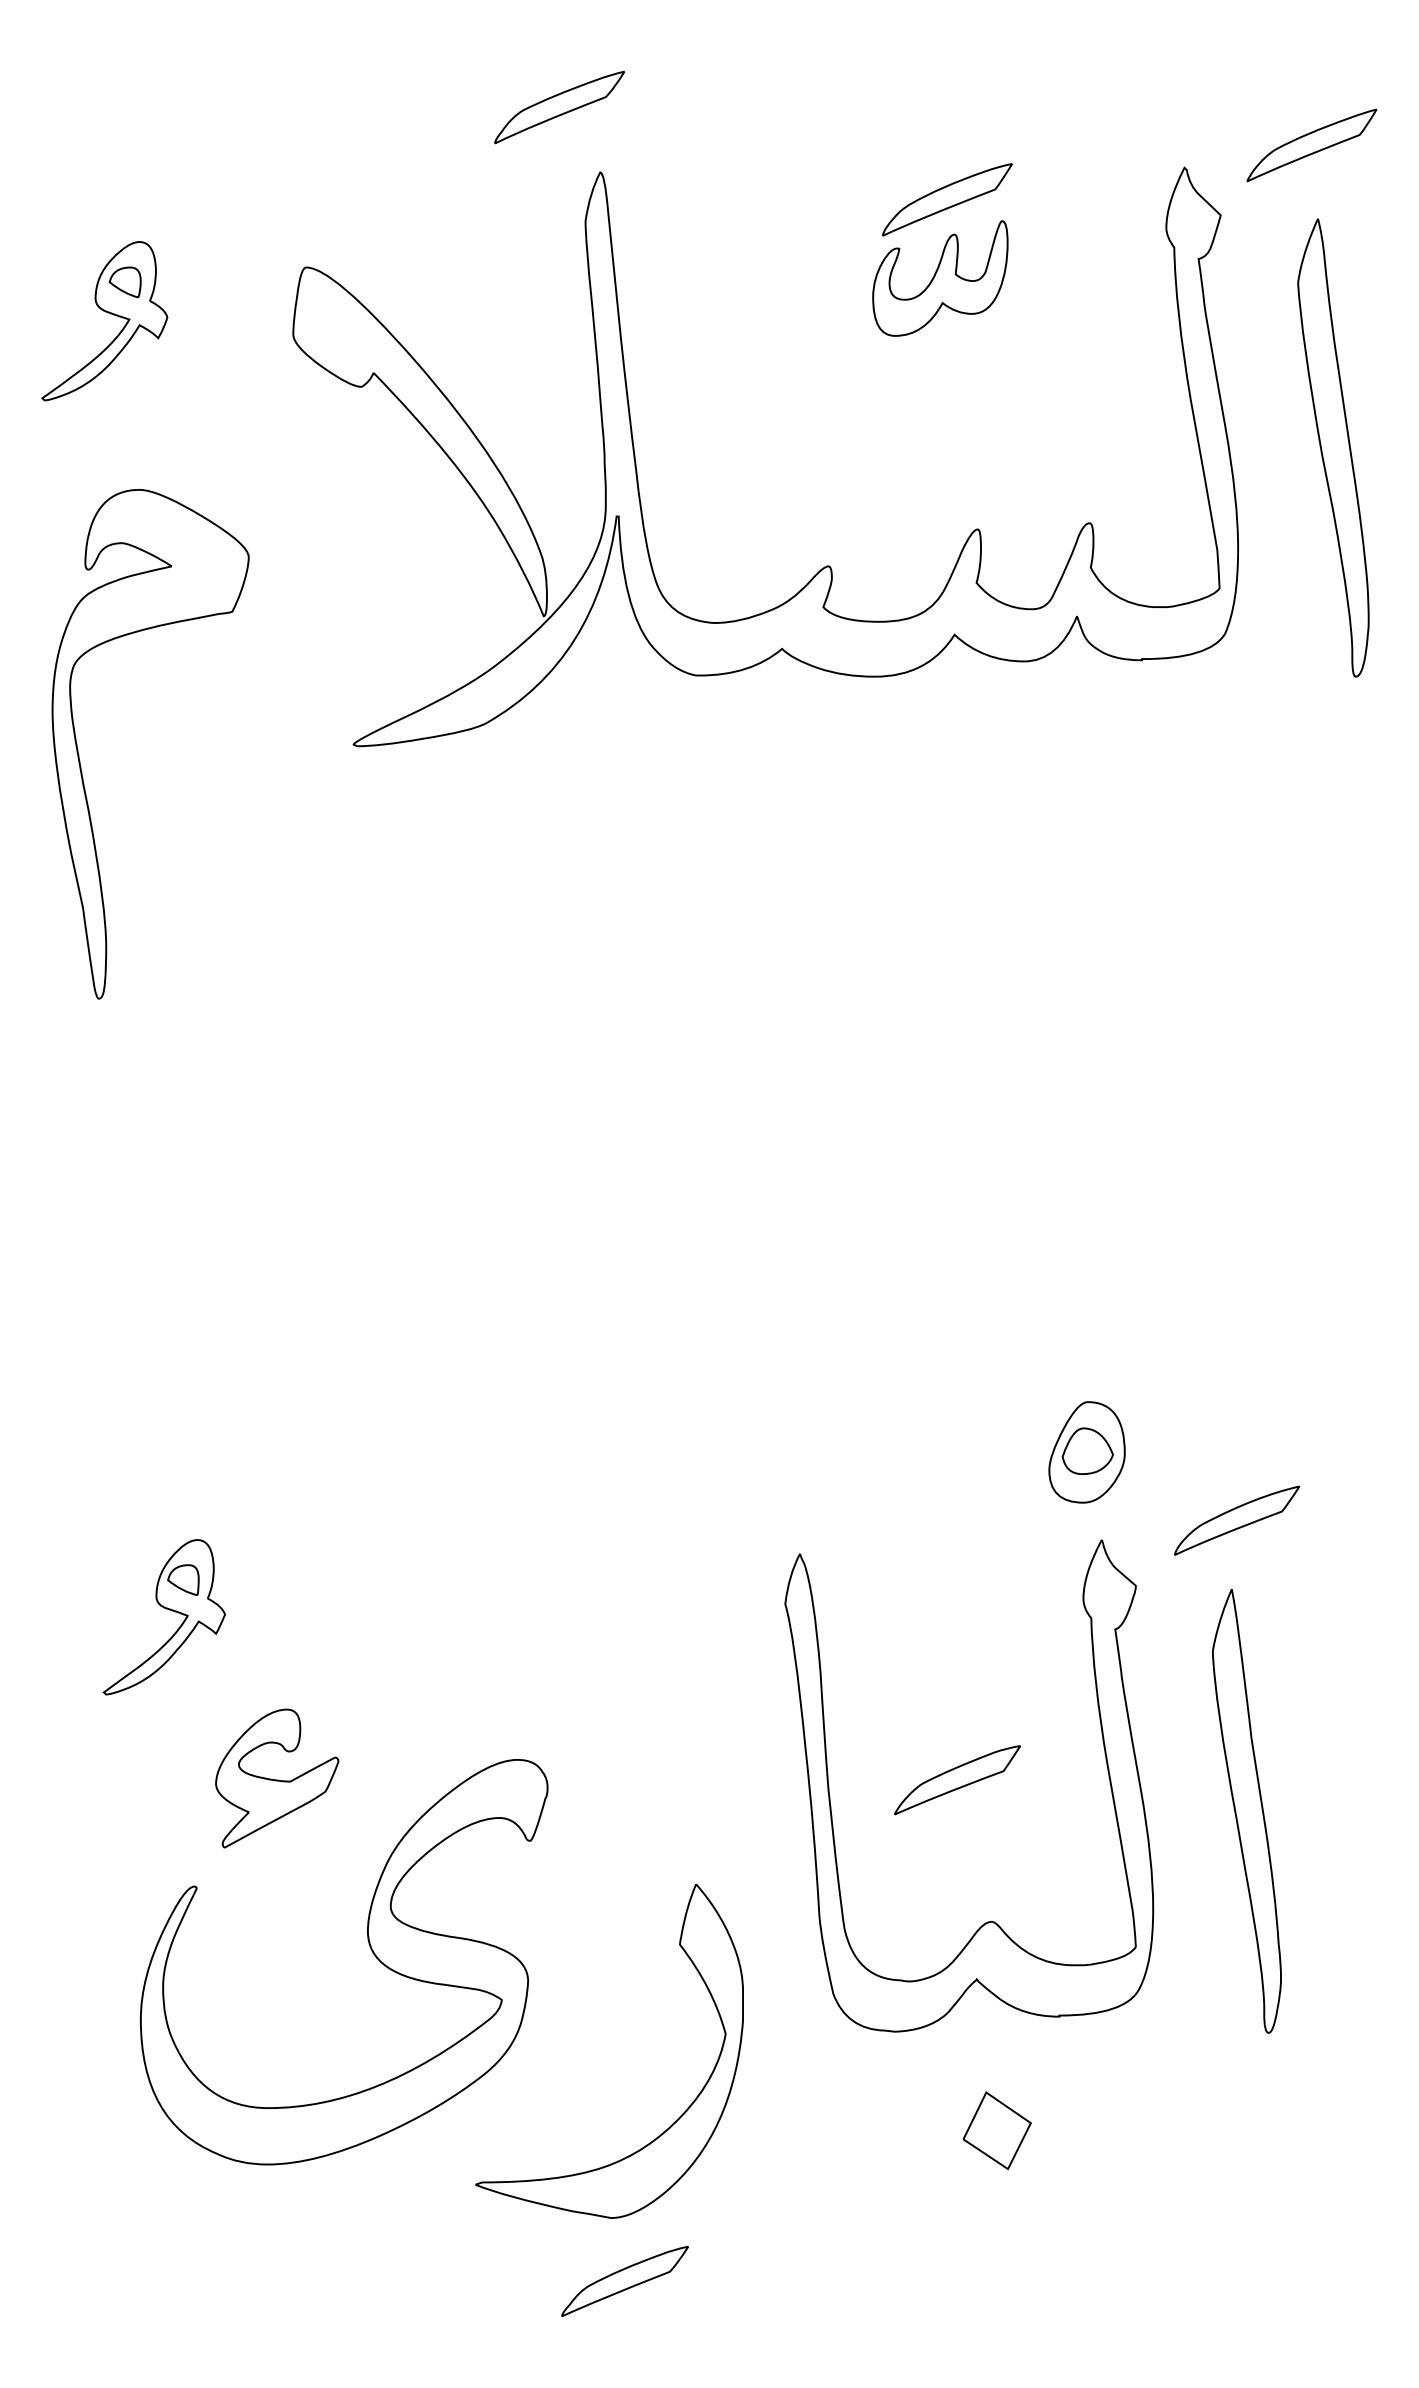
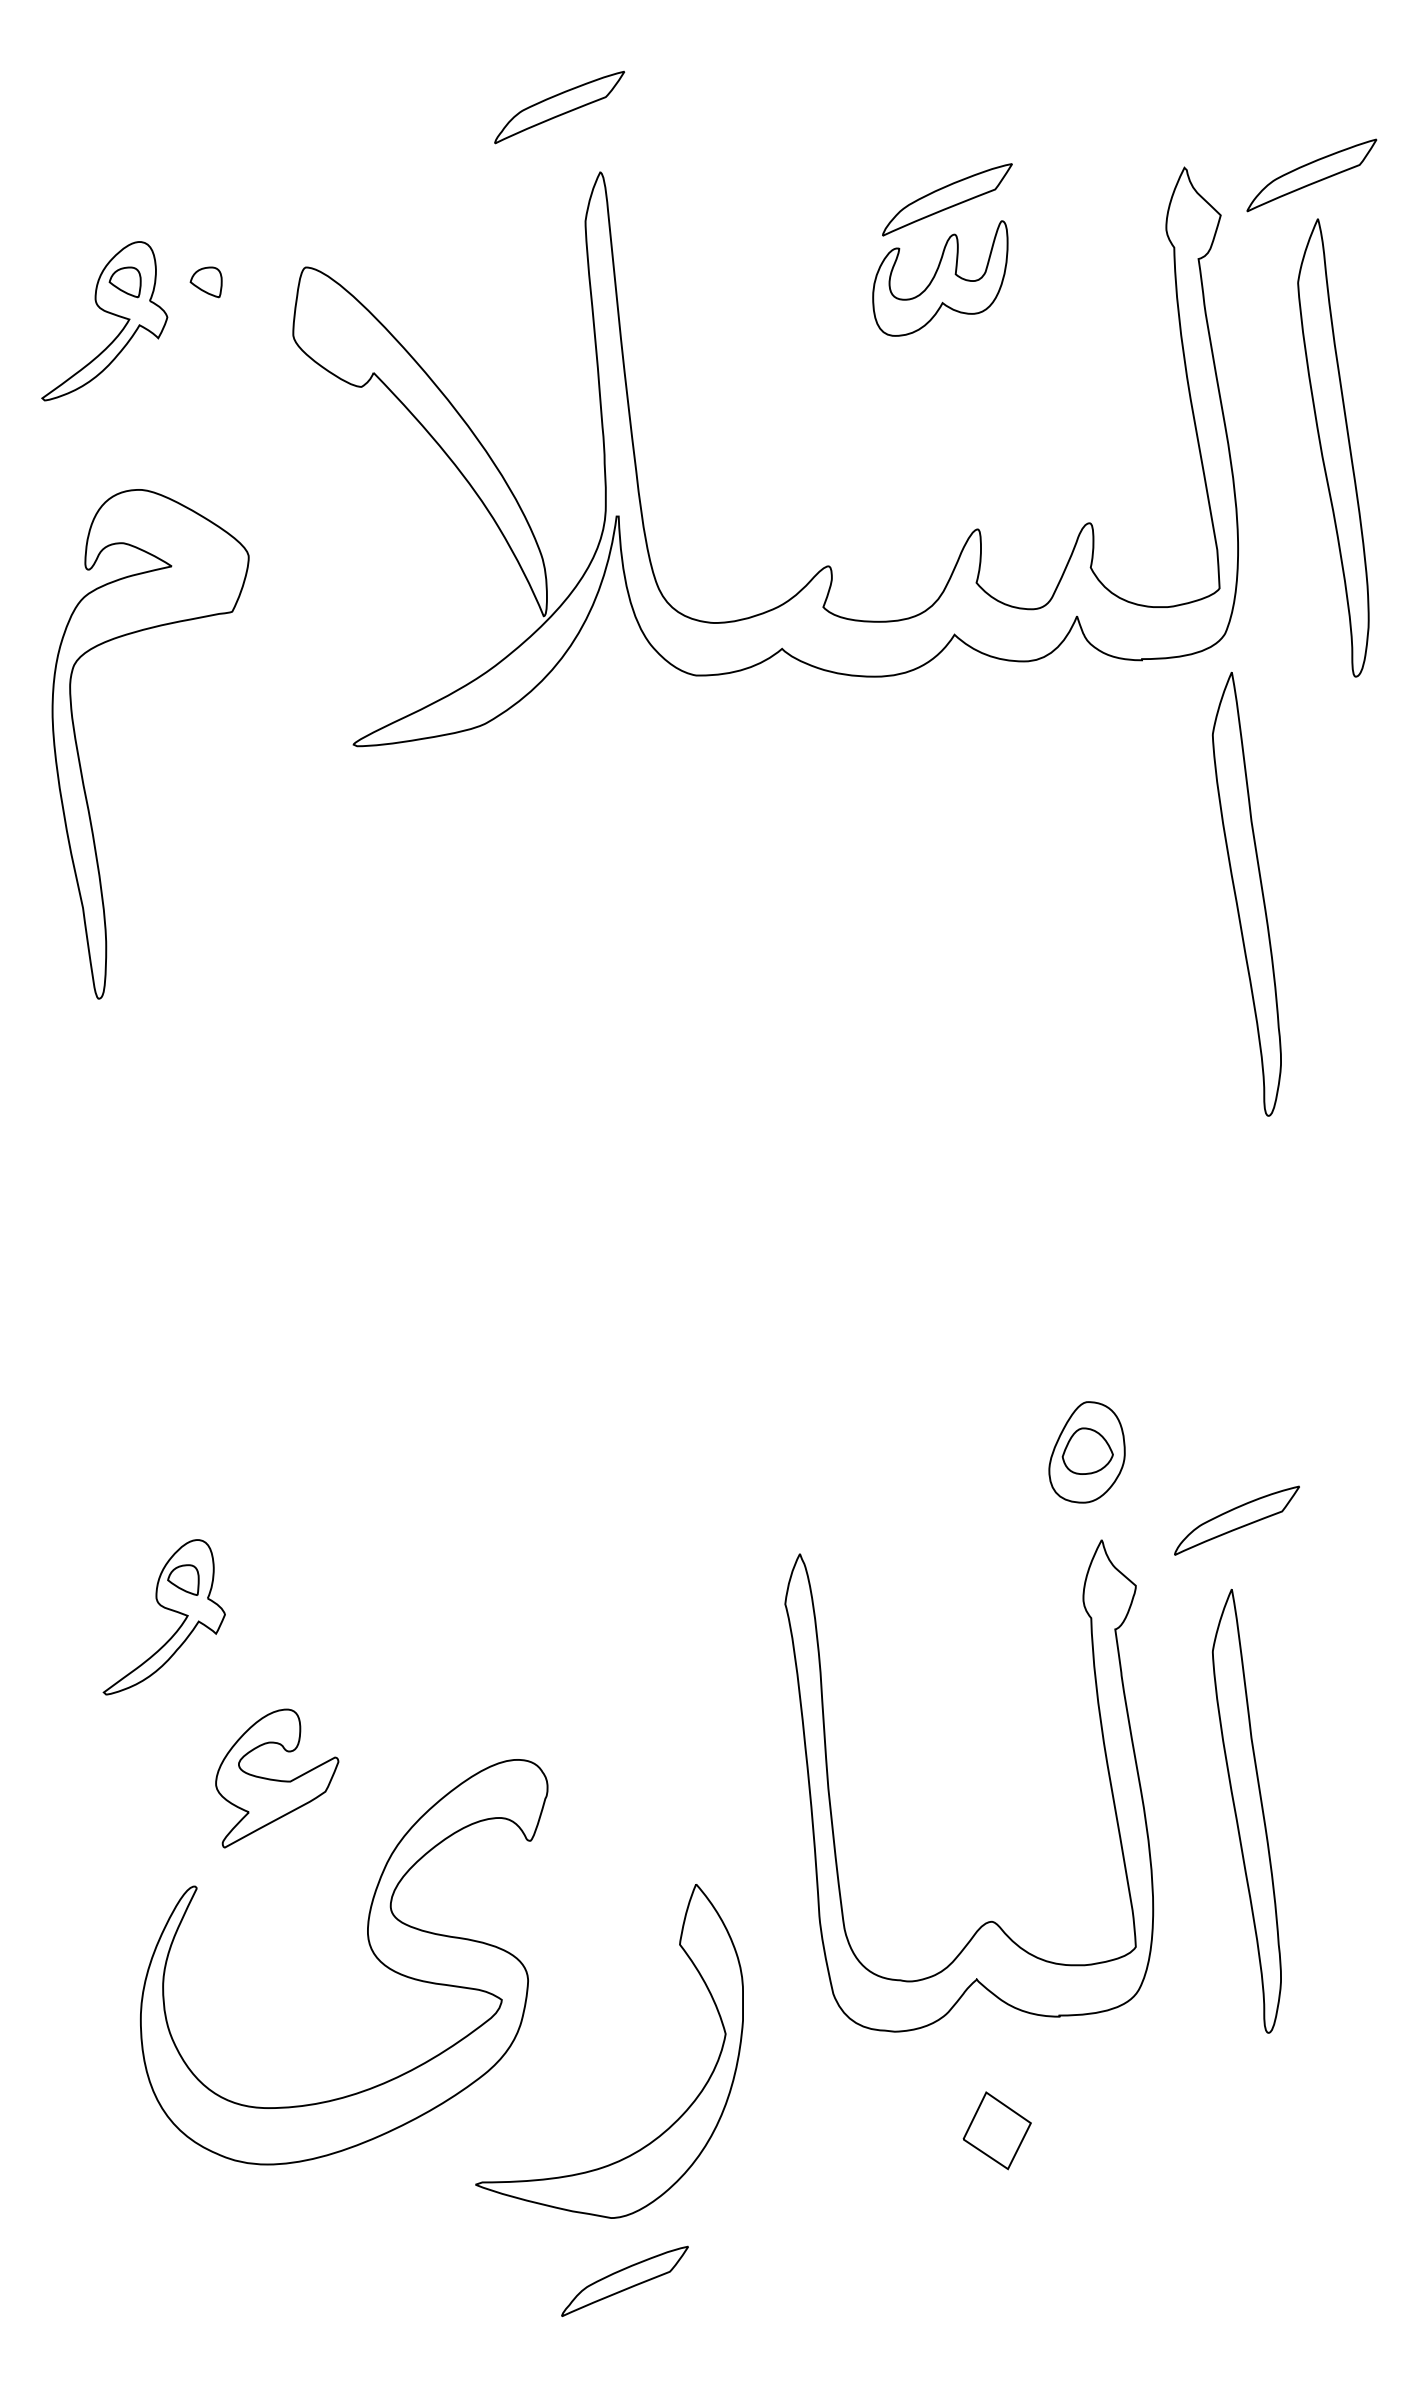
part at (1311, 145) position: (1311, 145) -> (1311, 175)
part at (205, 282): none -> present
part at (1246, 893): none -> present
part at (957, 1780): present -> none
